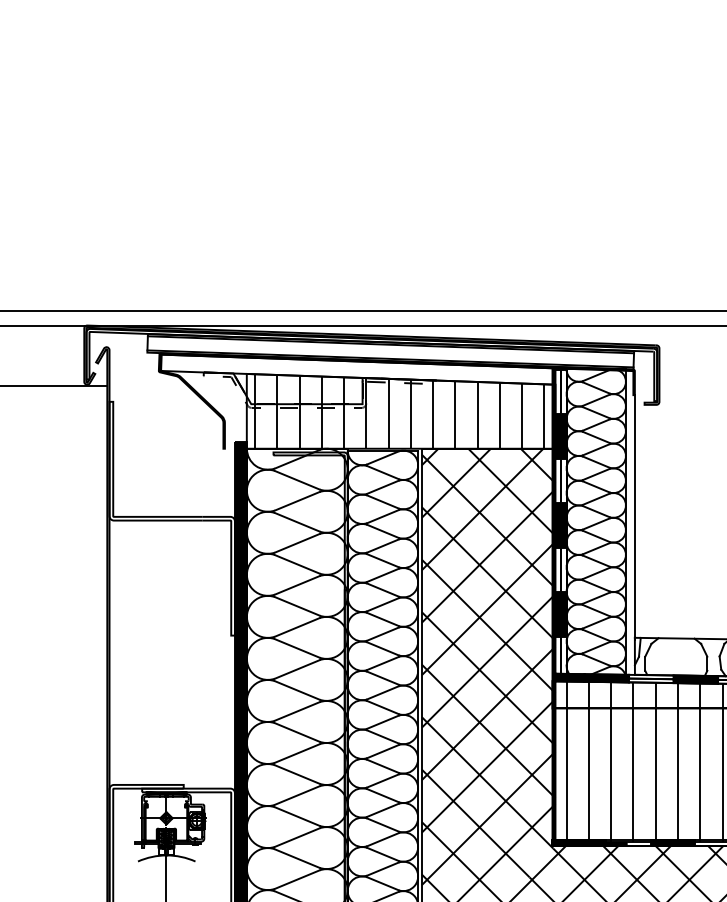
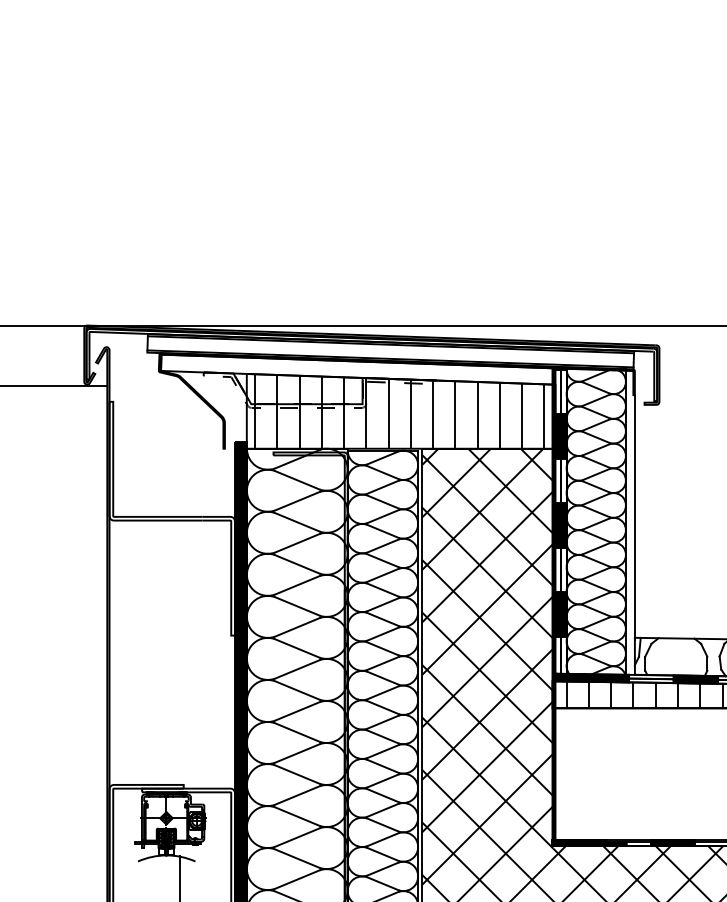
line at (362, 311): present -> none
hatch at (644, 775): present -> none
line at (166, 876) position: (166, 876) -> (180, 876)
